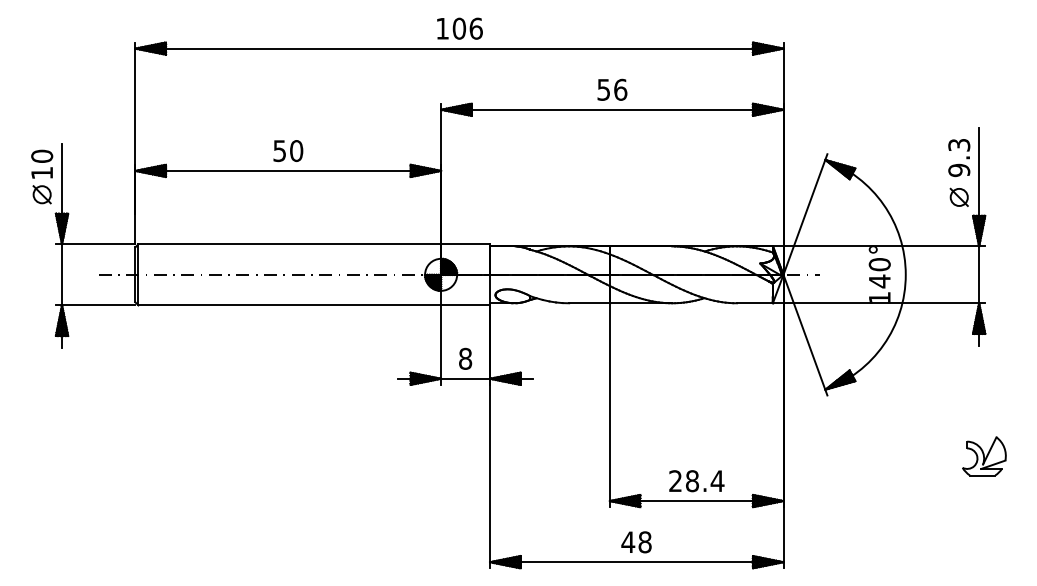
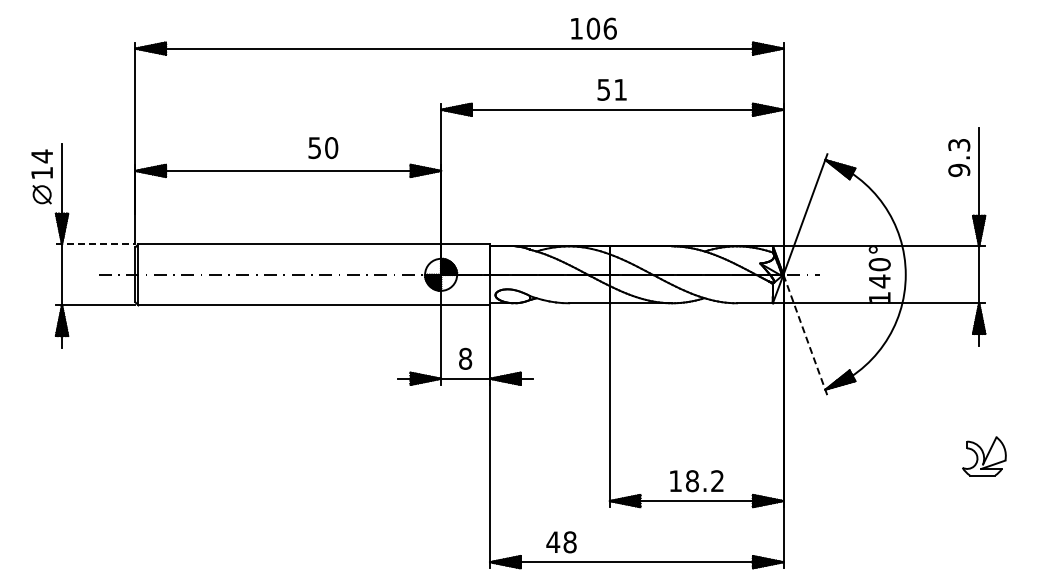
text at (459, 28) position: (459, 28) -> (593, 28)
text at (620, 89): 56 -> 51
text at (288, 151) position: (288, 151) -> (323, 148)
text at (42, 156): 10 -> 14
part at (958, 196): present -> none
line at (95, 244): solid -> dashed
line at (805, 335): solid -> dashed
text at (696, 480): 28.4 -> 18.2
text at (636, 542) position: (636, 542) -> (561, 542)
